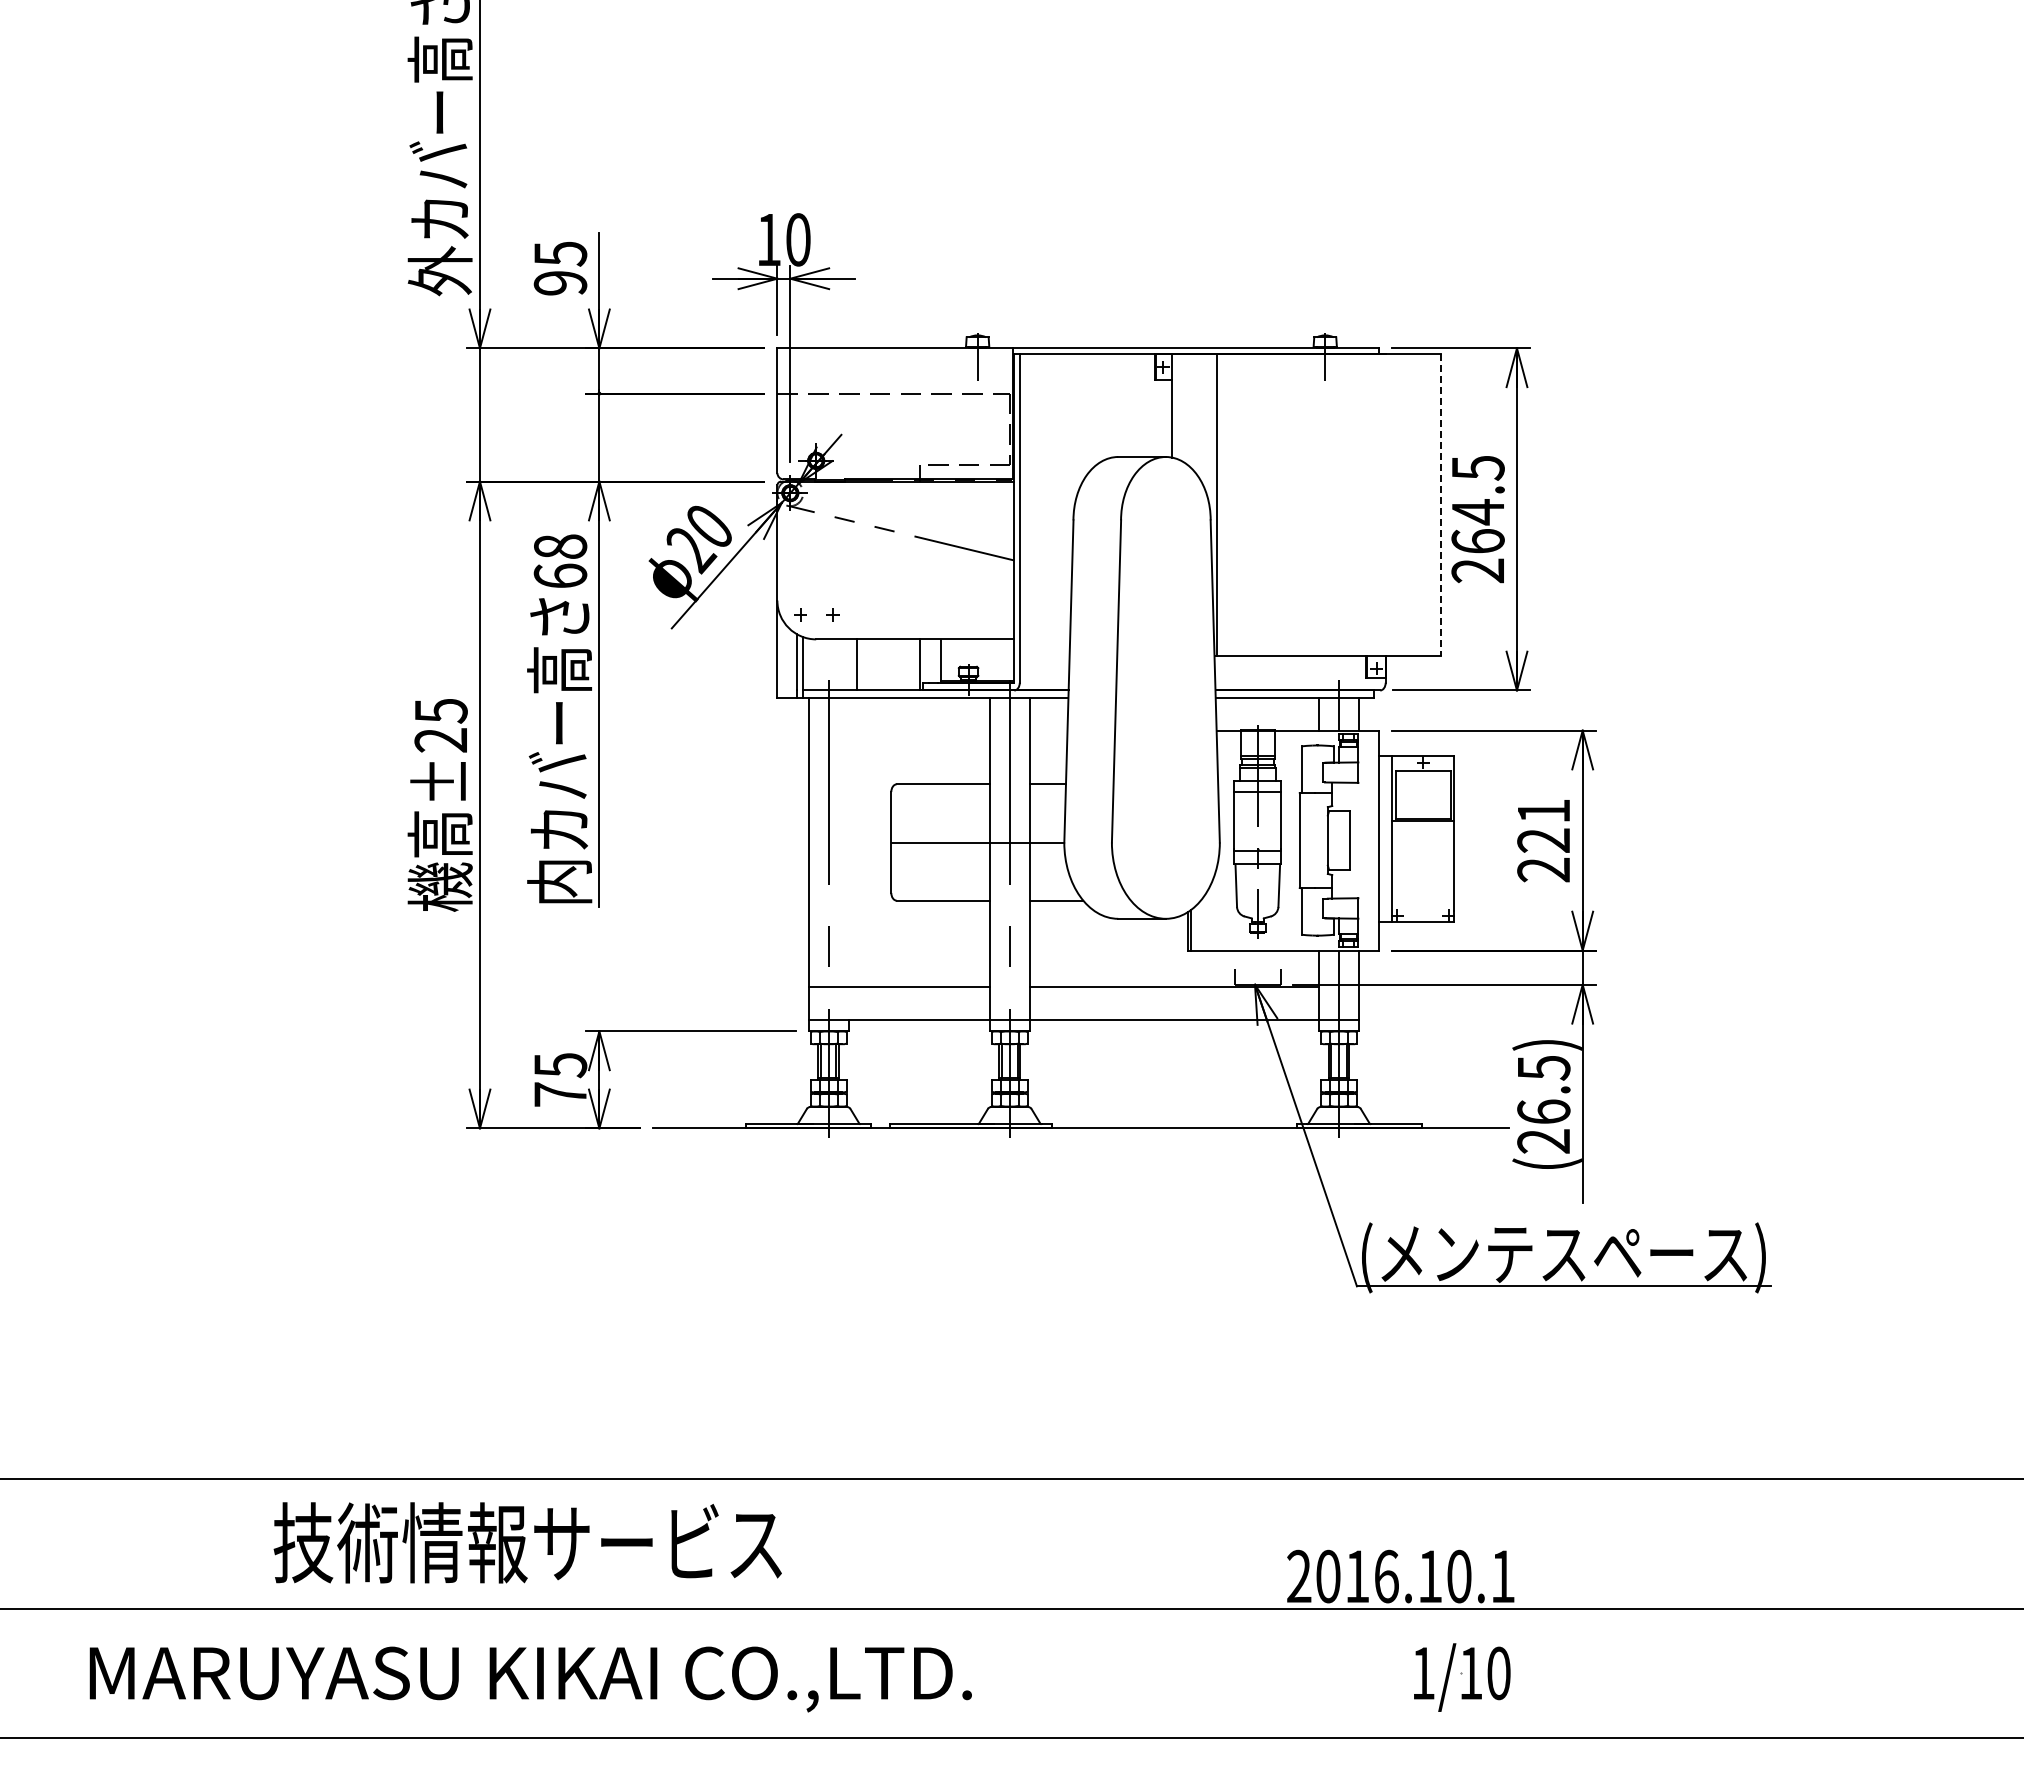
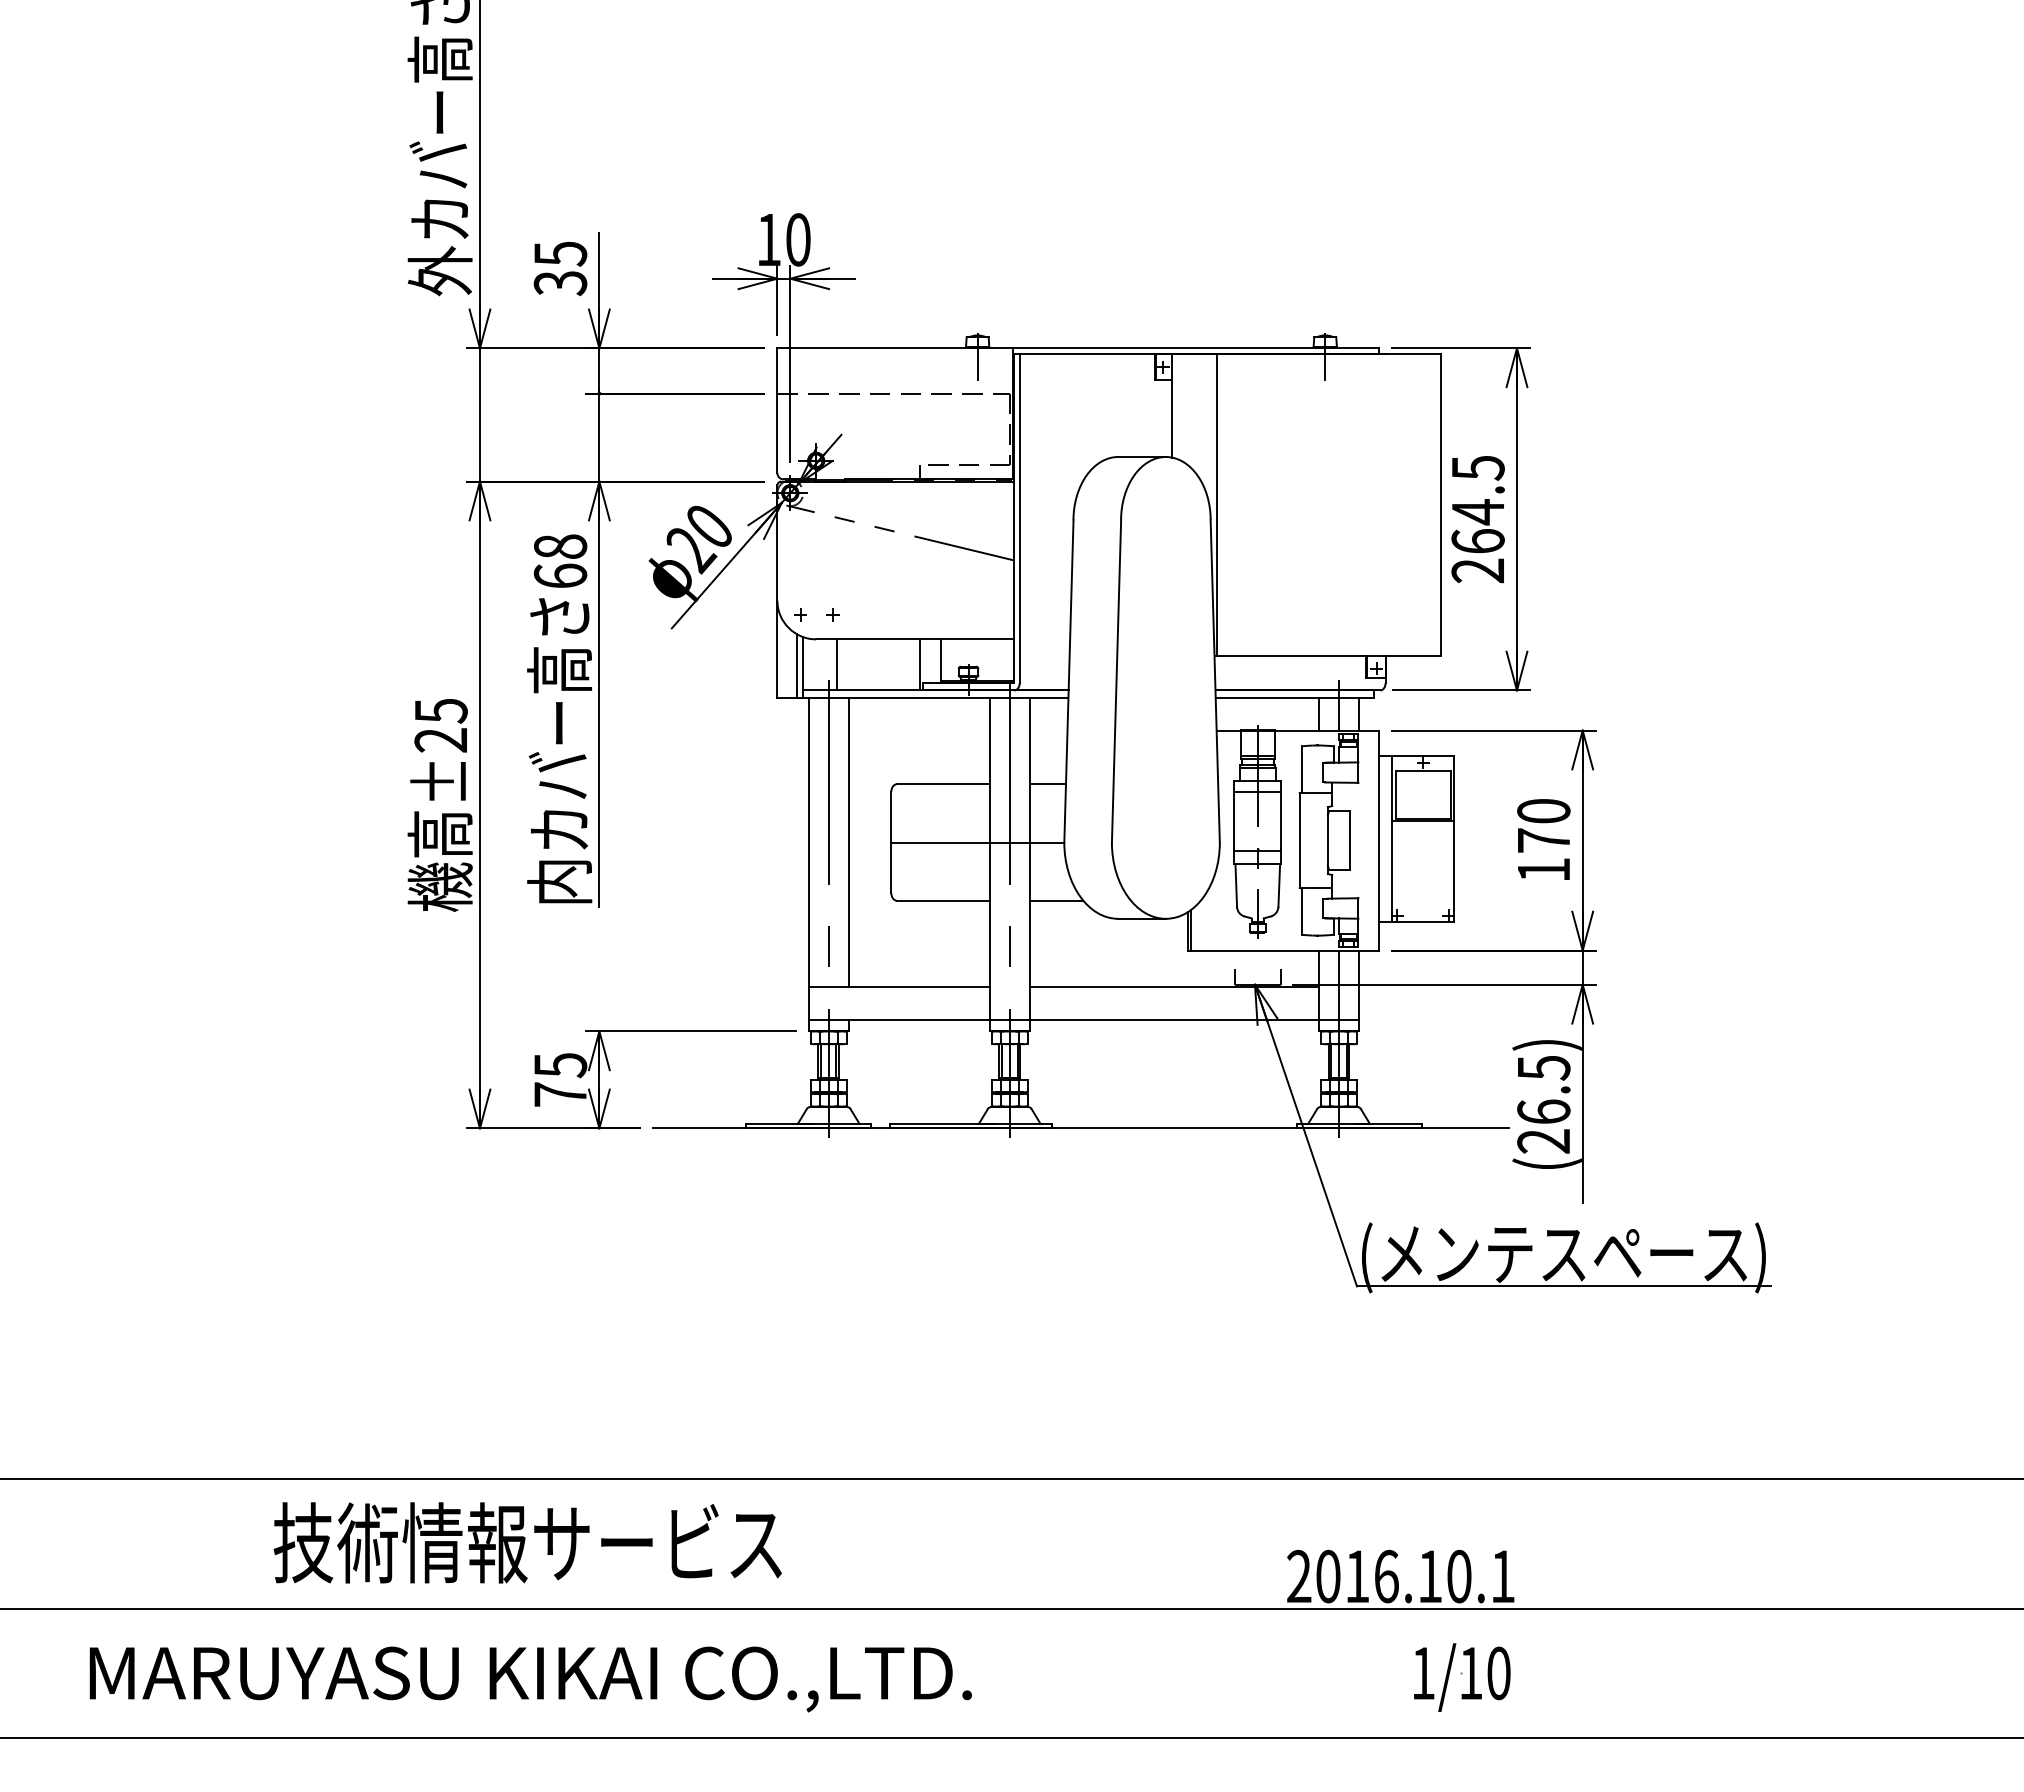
text at (560, 283): 95 -> 35
line at (1440, 504): dashed -> solid
line at (857, 664) position: (857, 664) -> (837, 664)
text at (1543, 840): 221 -> 170
line at (848, 842): none -> present
